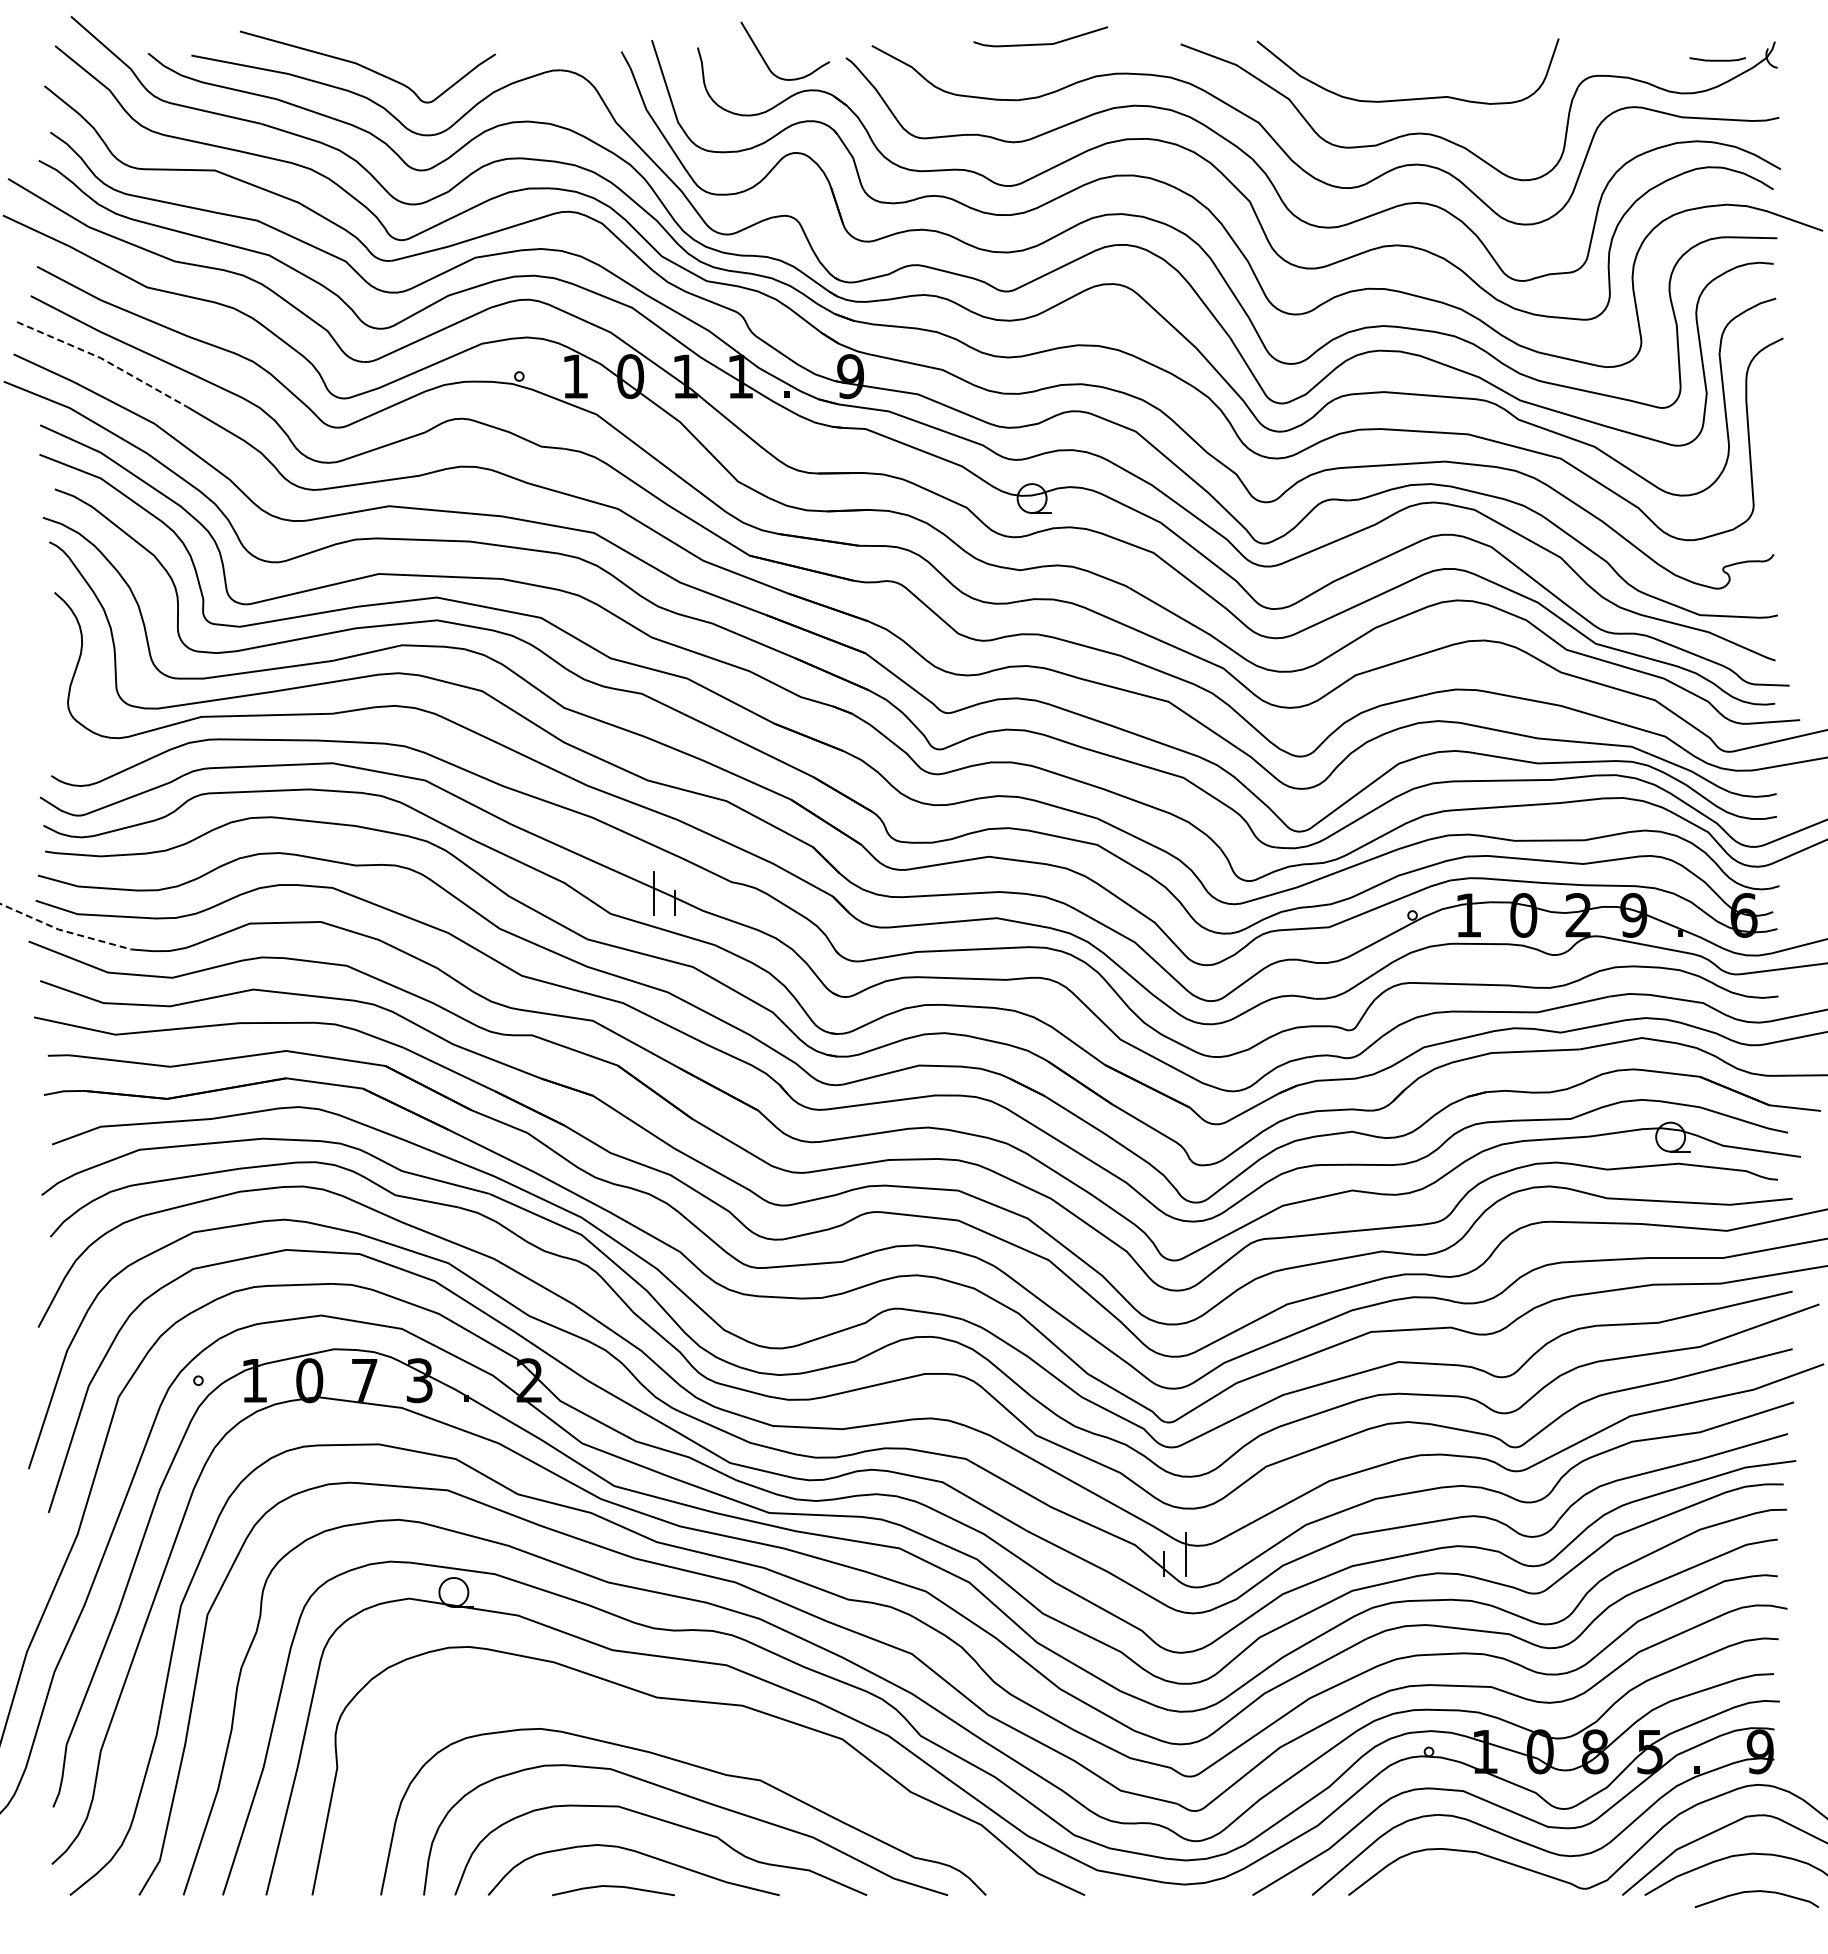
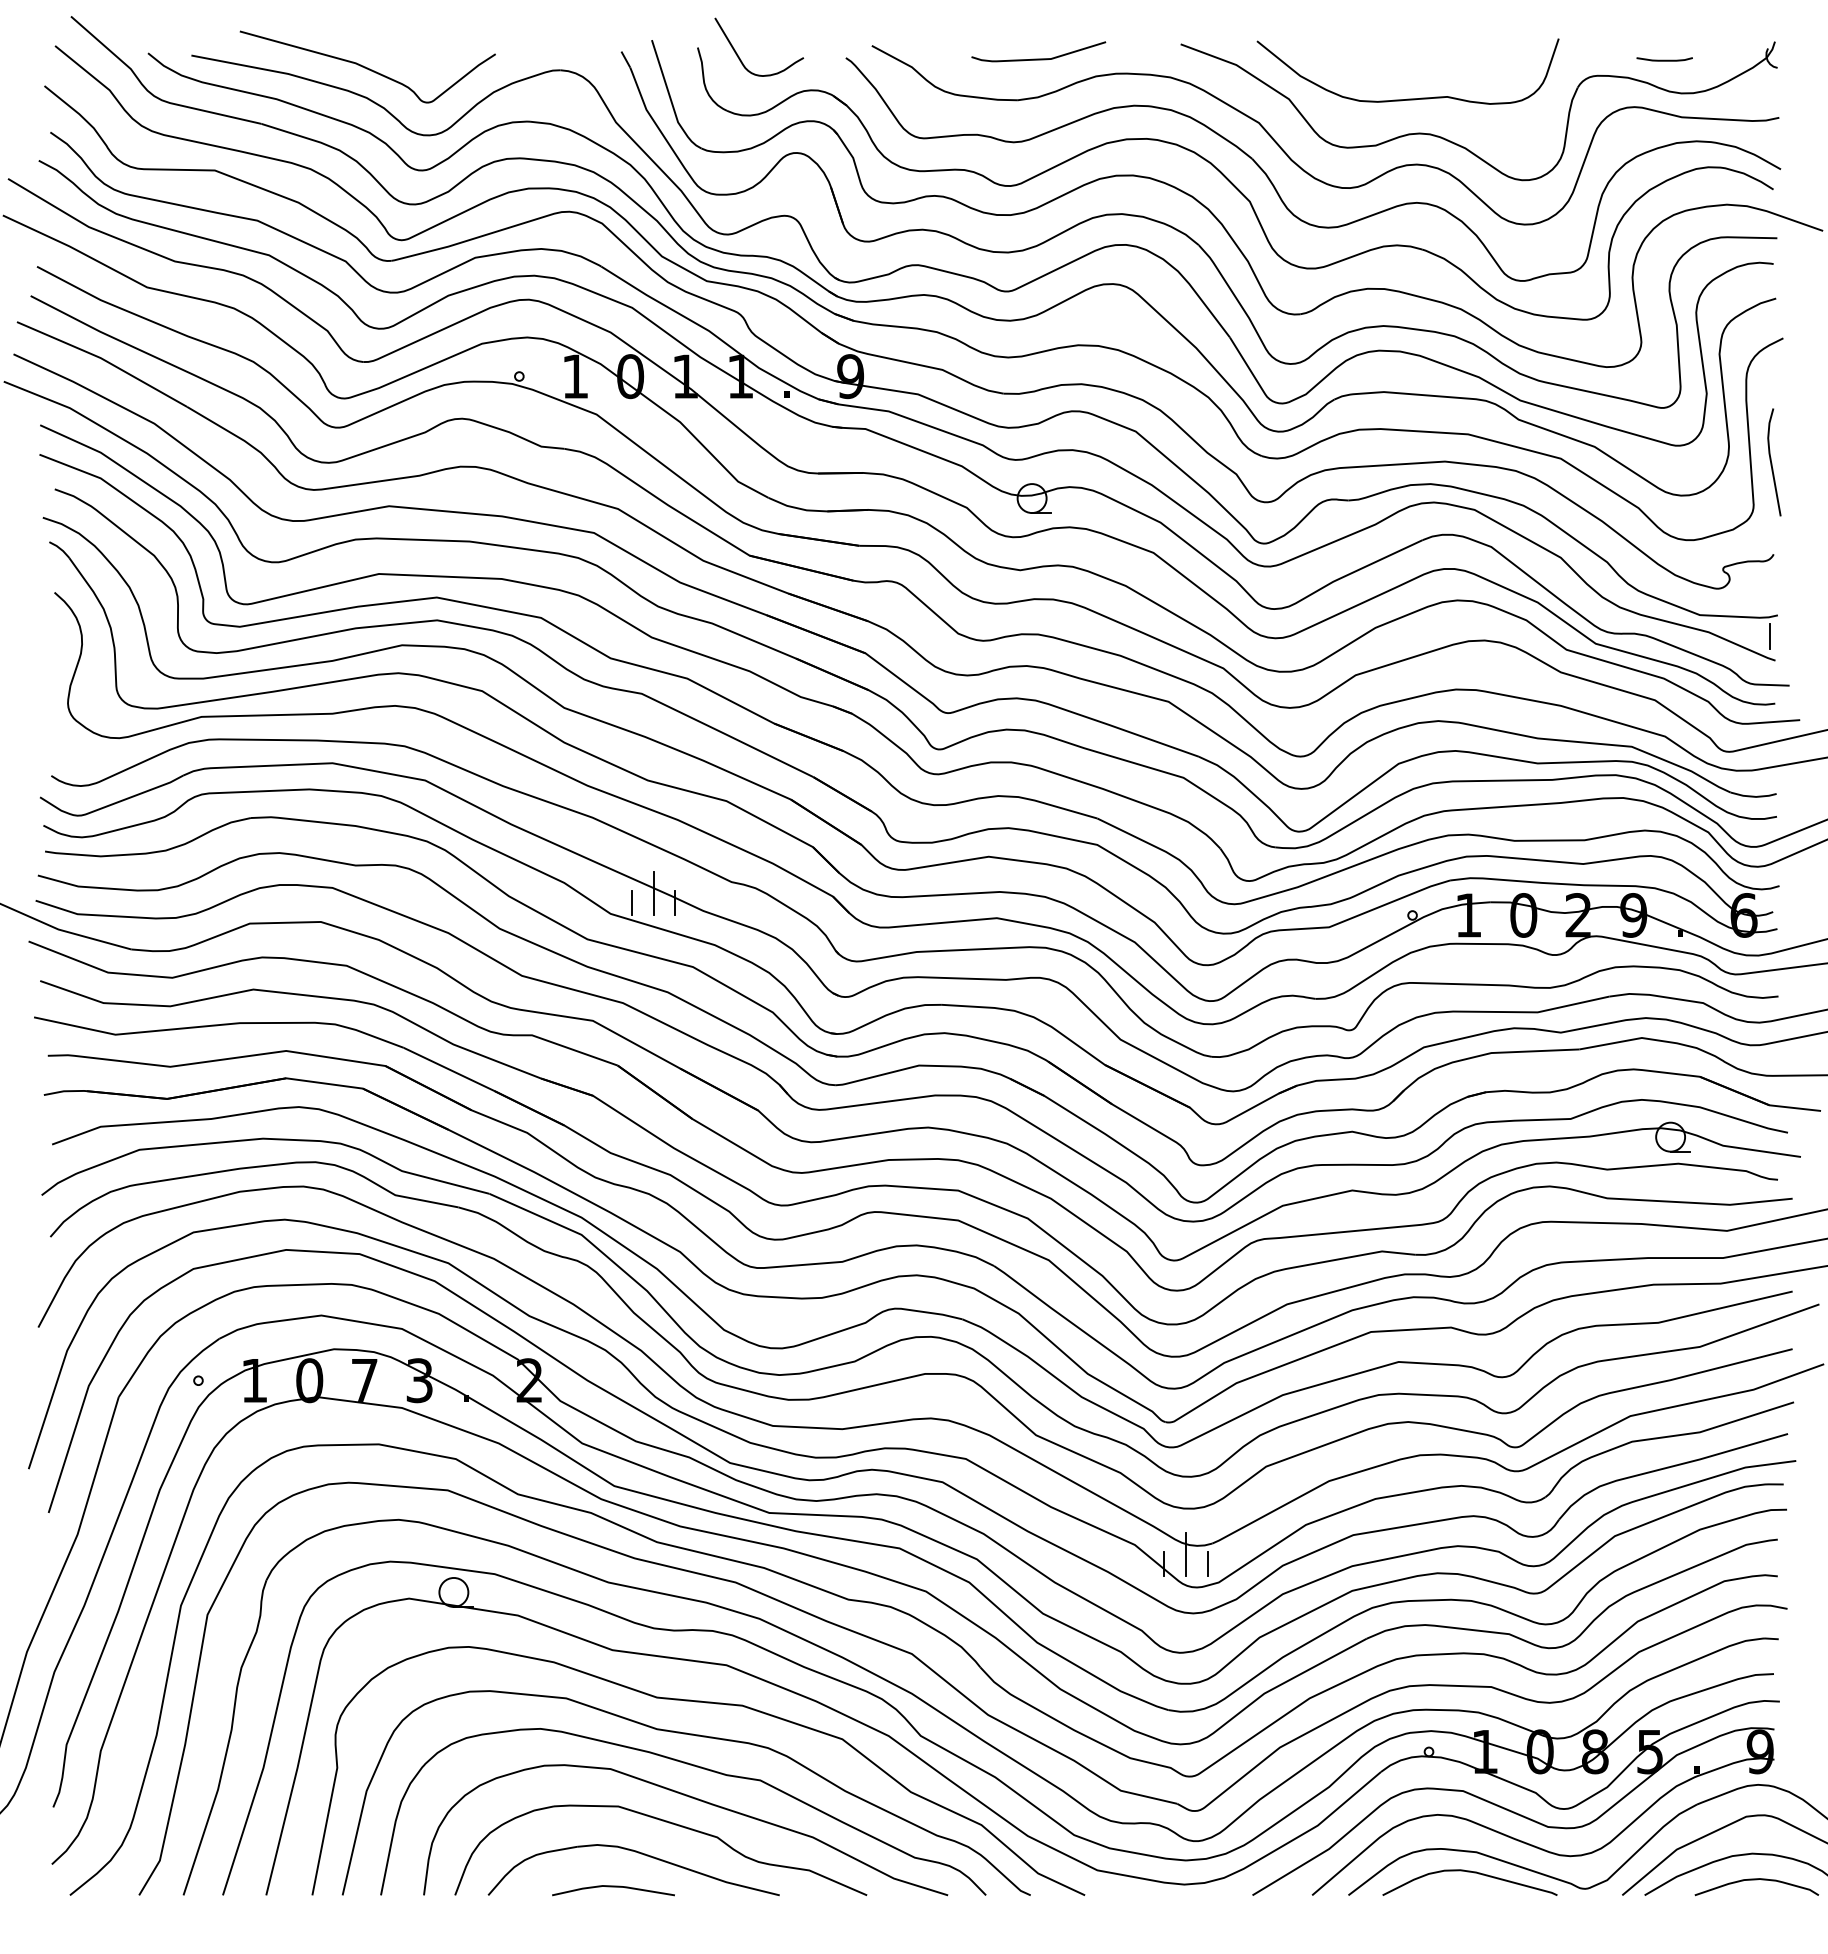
curve at (1040, 43) position: (1040, 43) -> (1038, 58)
curve at (1717, 59) position: (1717, 59) -> (1664, 59)
curve at (765, 60) position: (765, 60) -> (739, 56)
line at (104, 360): dashed -> solid
line at (1772, 463): none -> present
line at (1770, 636): none -> present
line at (631, 902): none -> present
line at (64, 931): dashed -> solid
line at (1207, 1564): none -> present
curve at (696, 1736): none -> present
curve at (1473, 1873): none -> present
curve at (1756, 1892) position: (1756, 1892) -> (1756, 1880)
